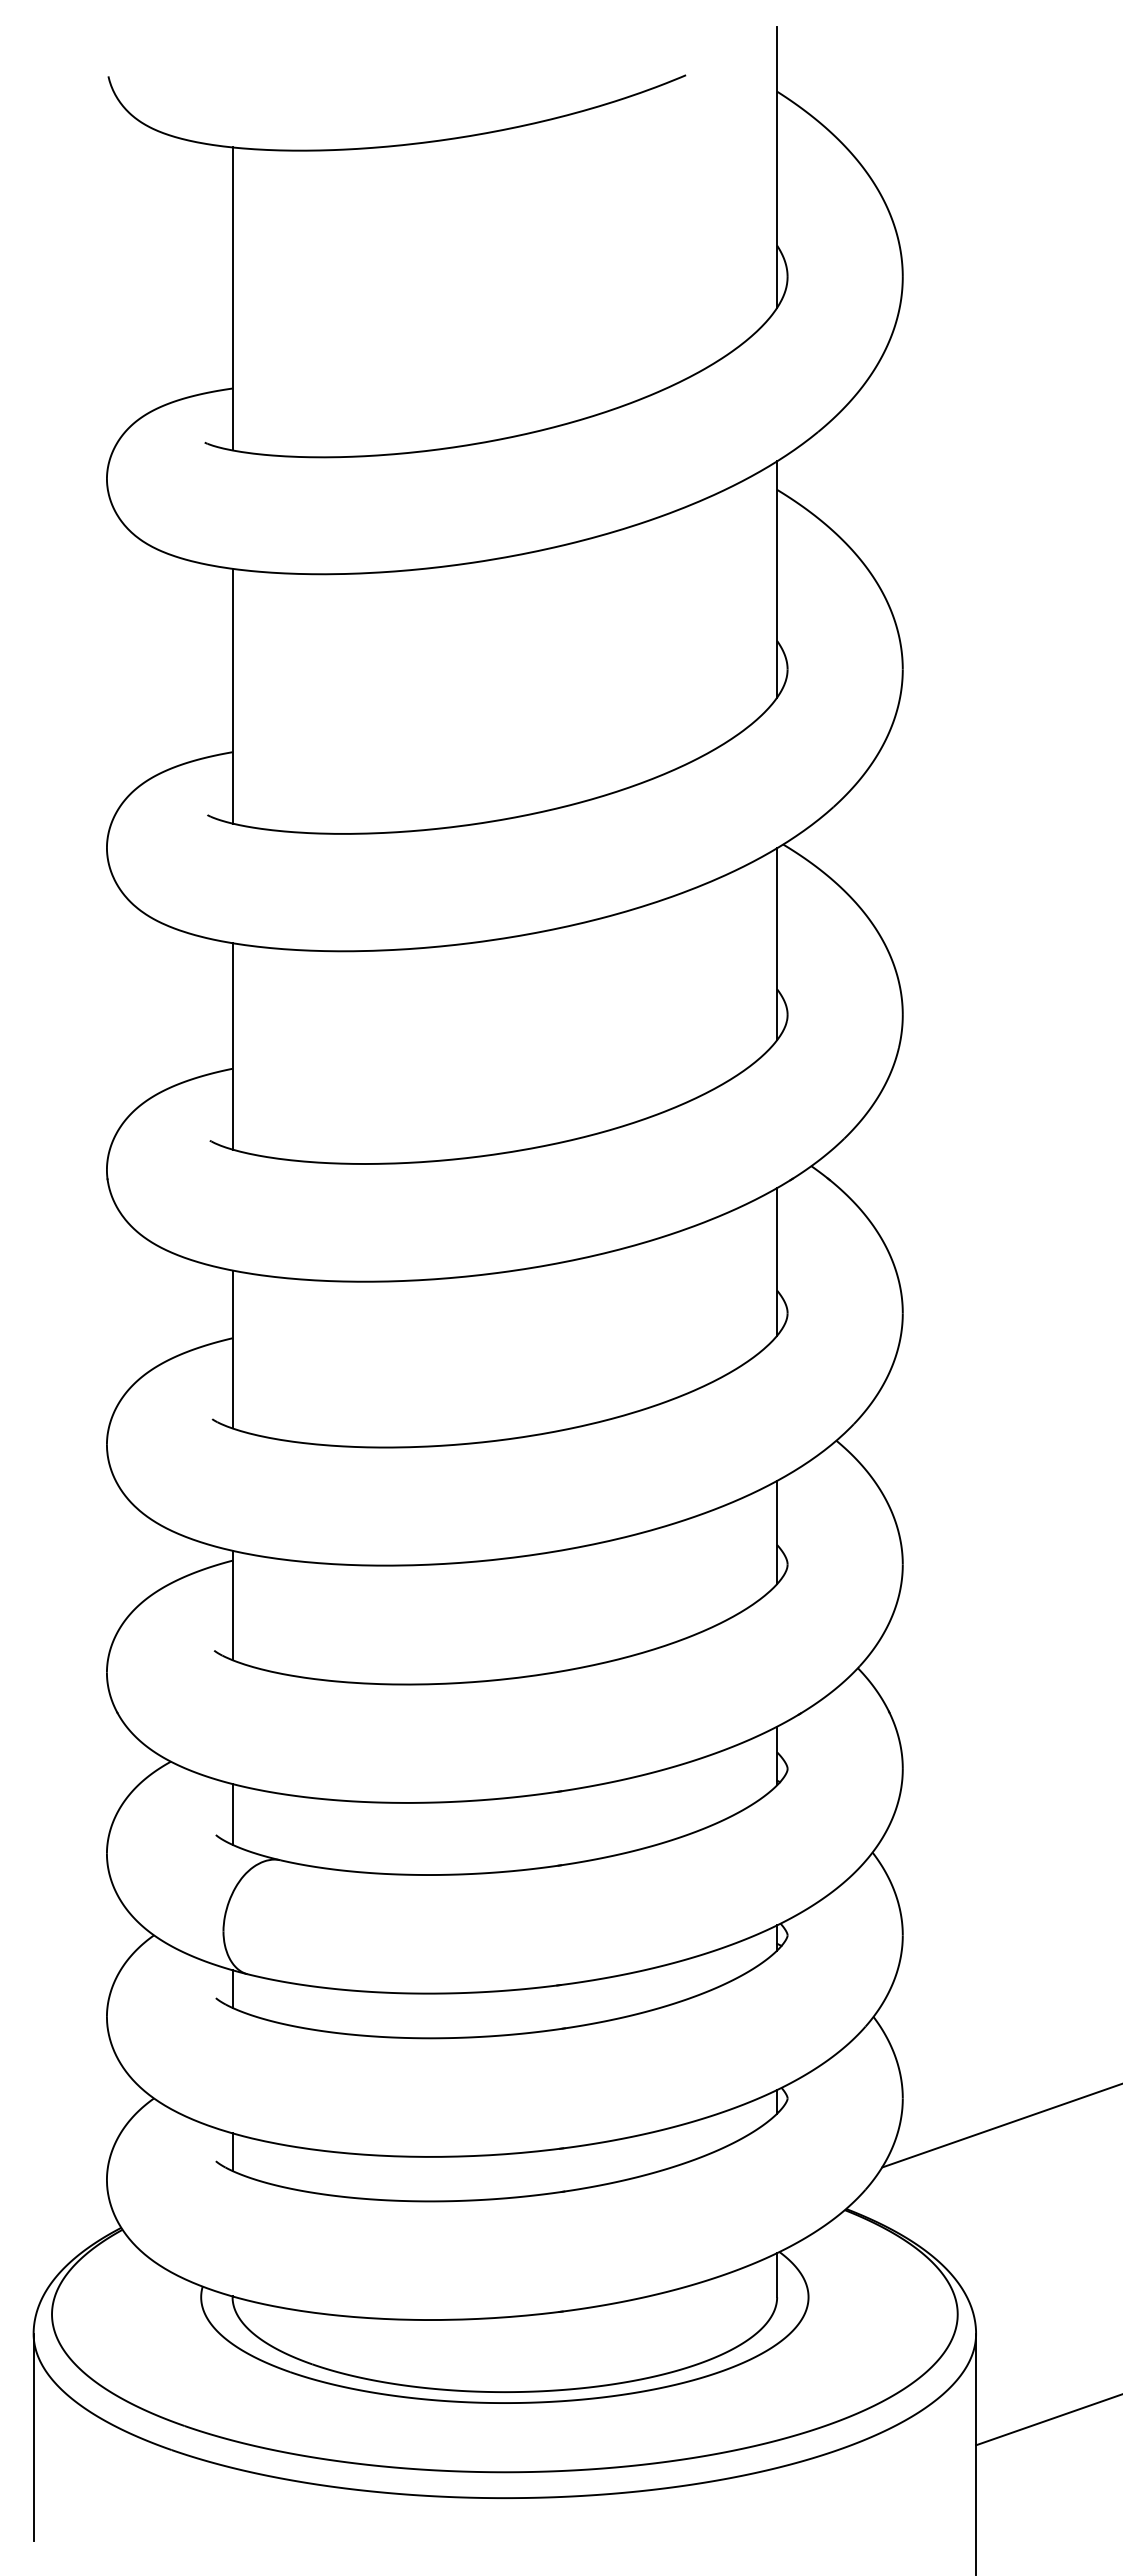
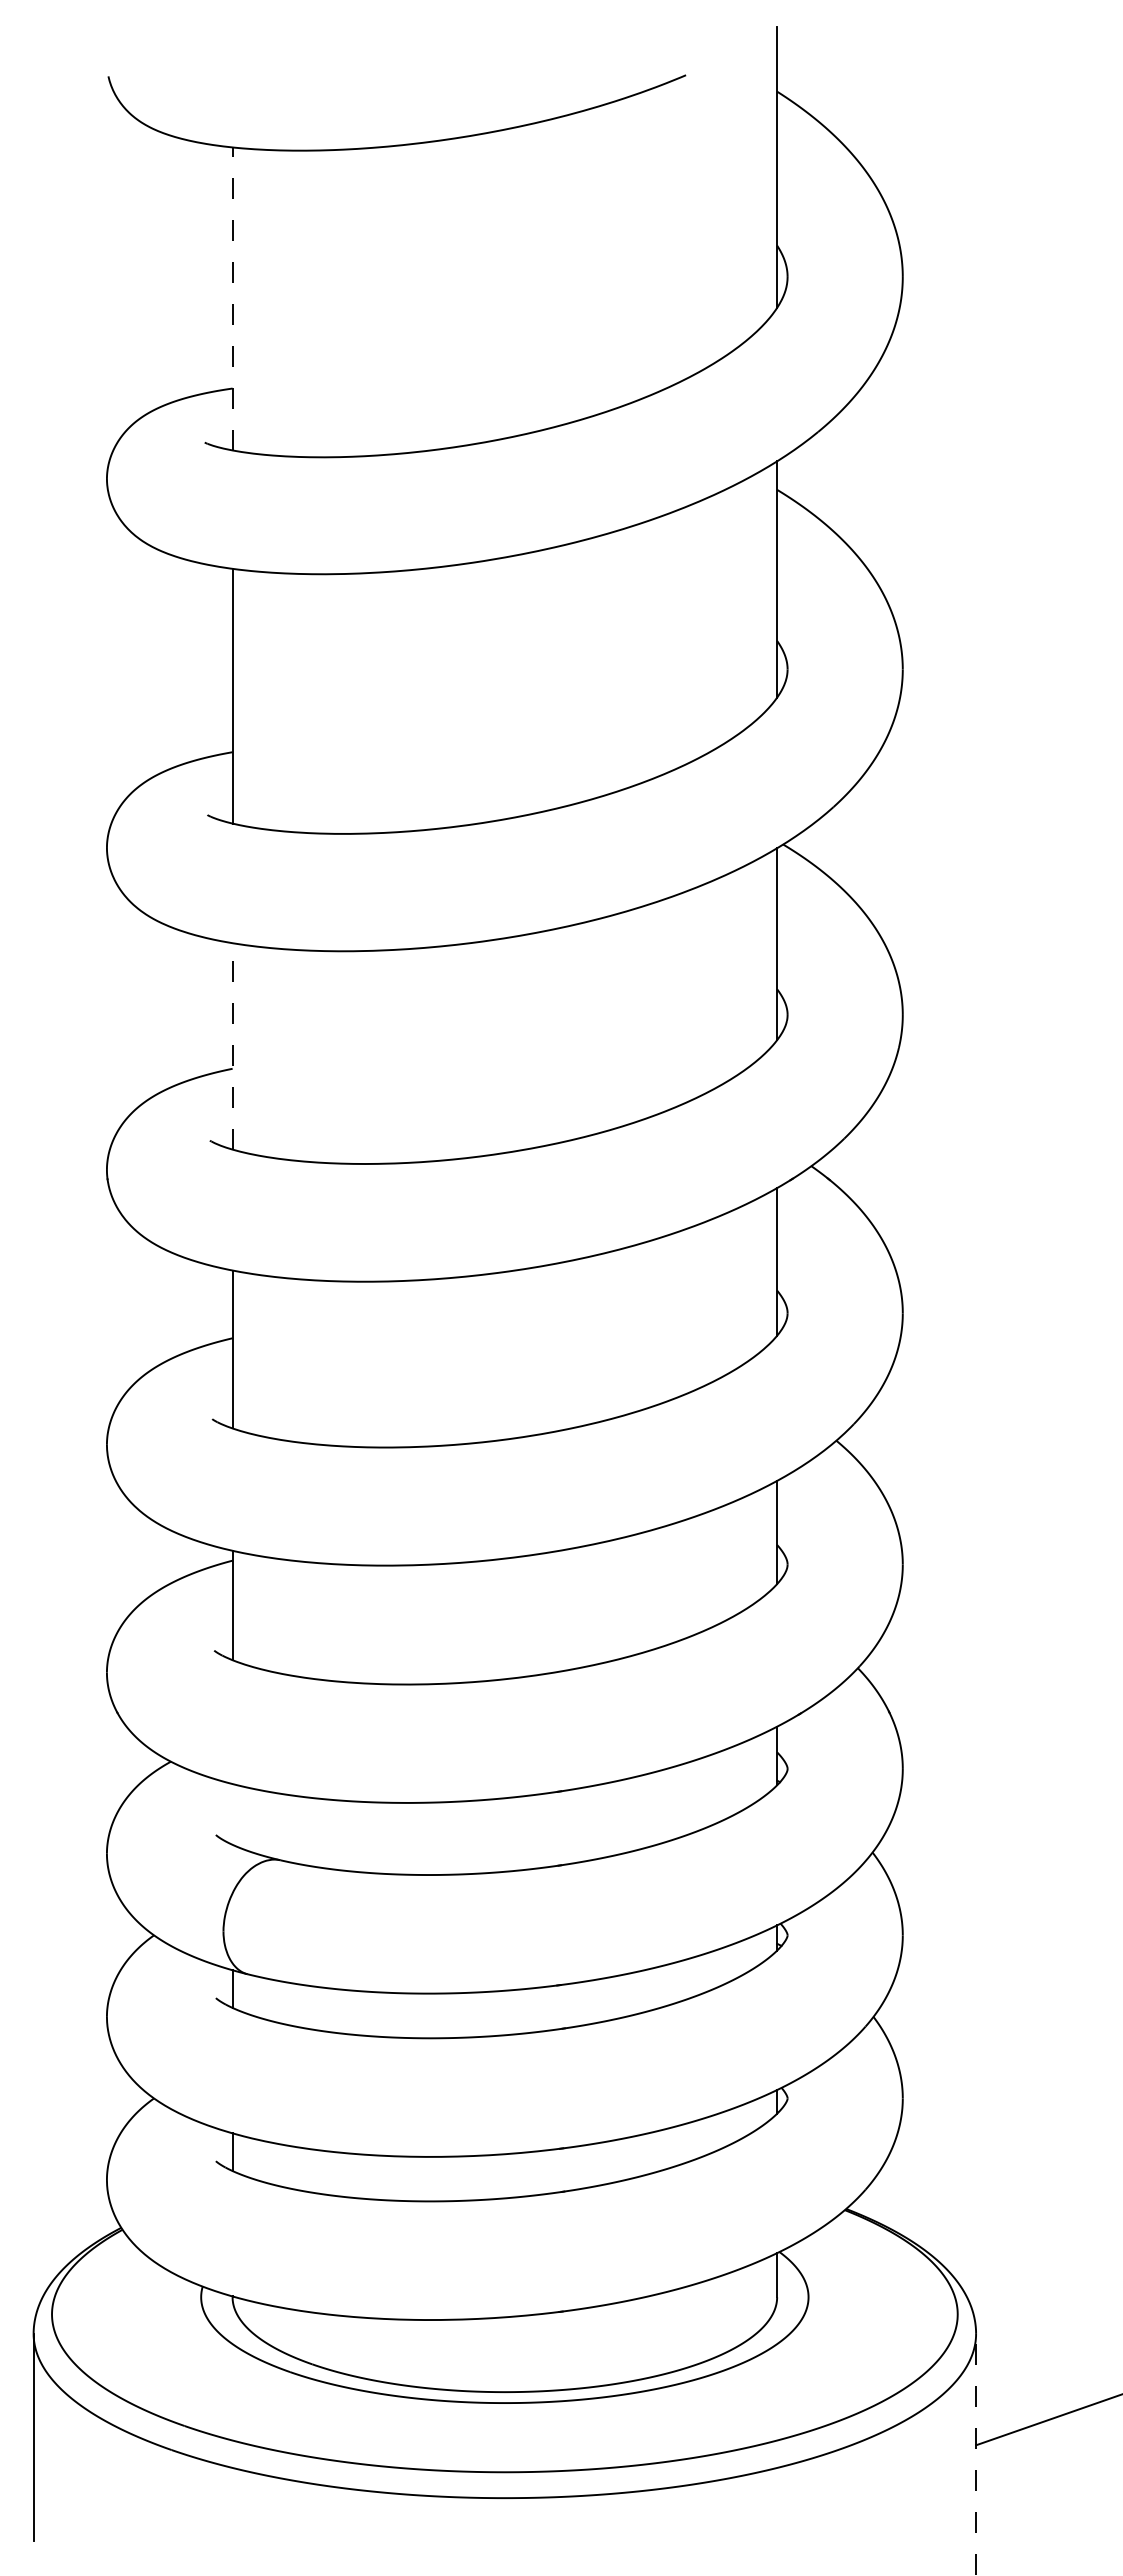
line at (232, 298): solid -> dashed
line at (232, 1045): solid -> dashed
line at (232, 1814): present -> none
line at (1000, 2125): present -> none
line at (976, 2453): solid -> dashed
